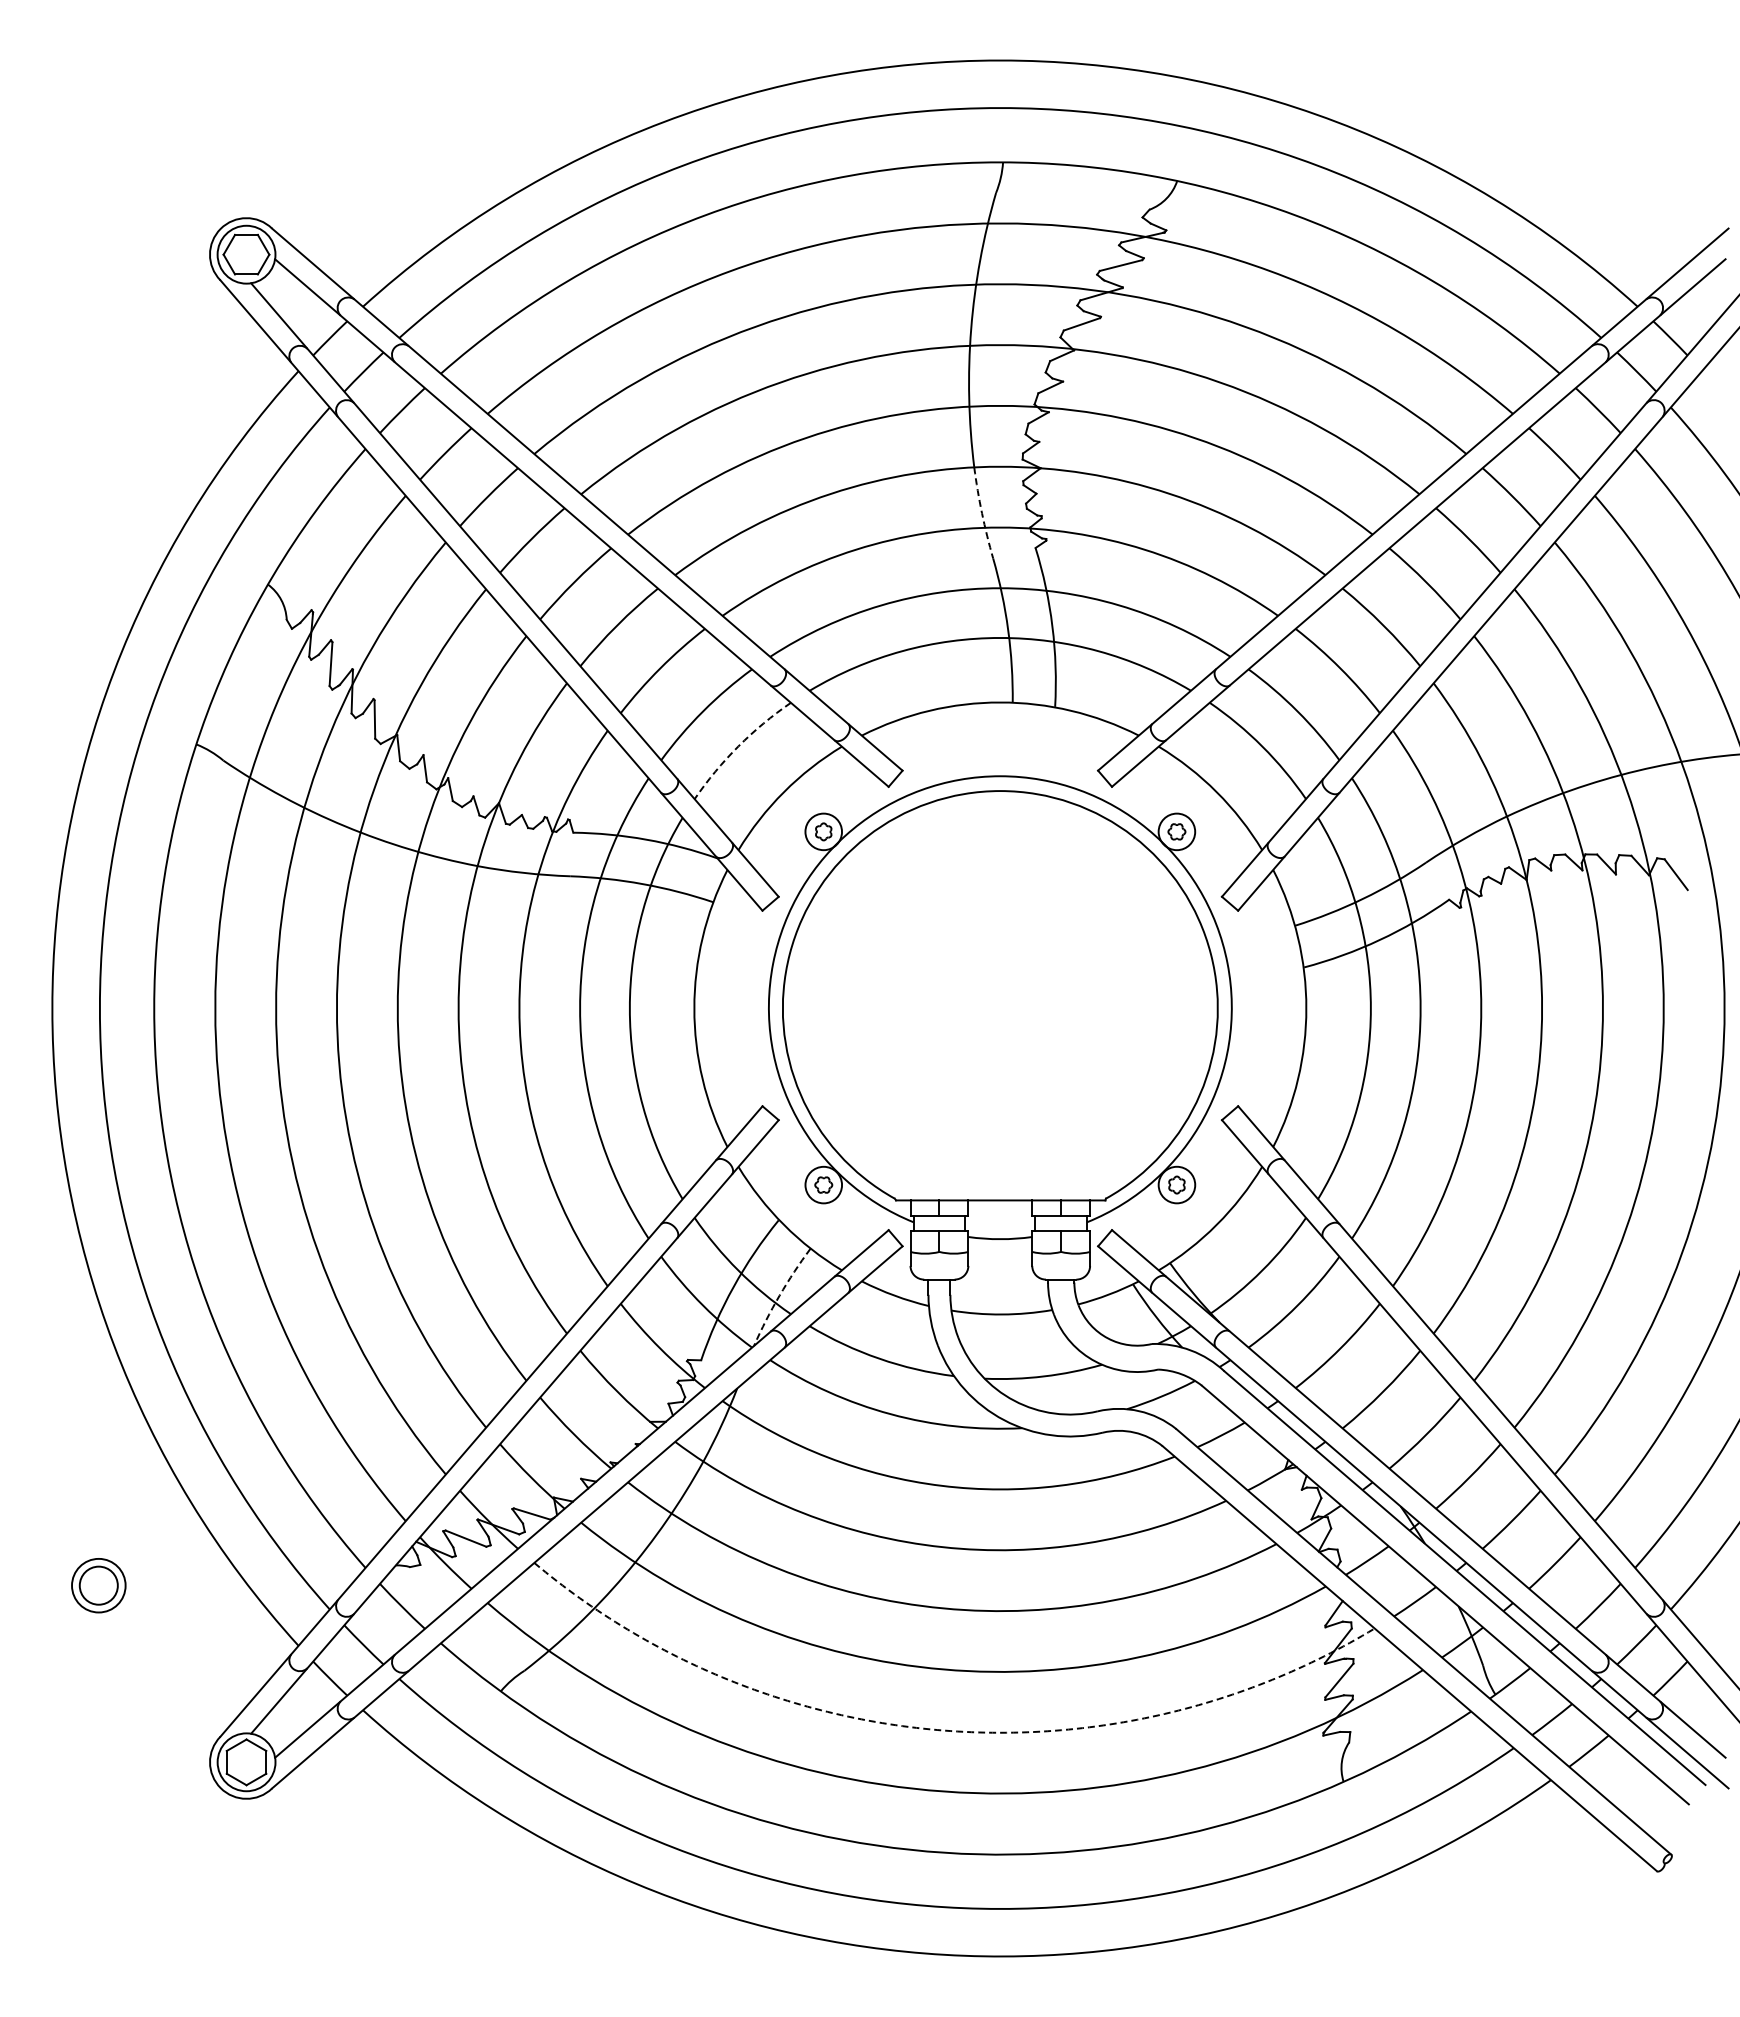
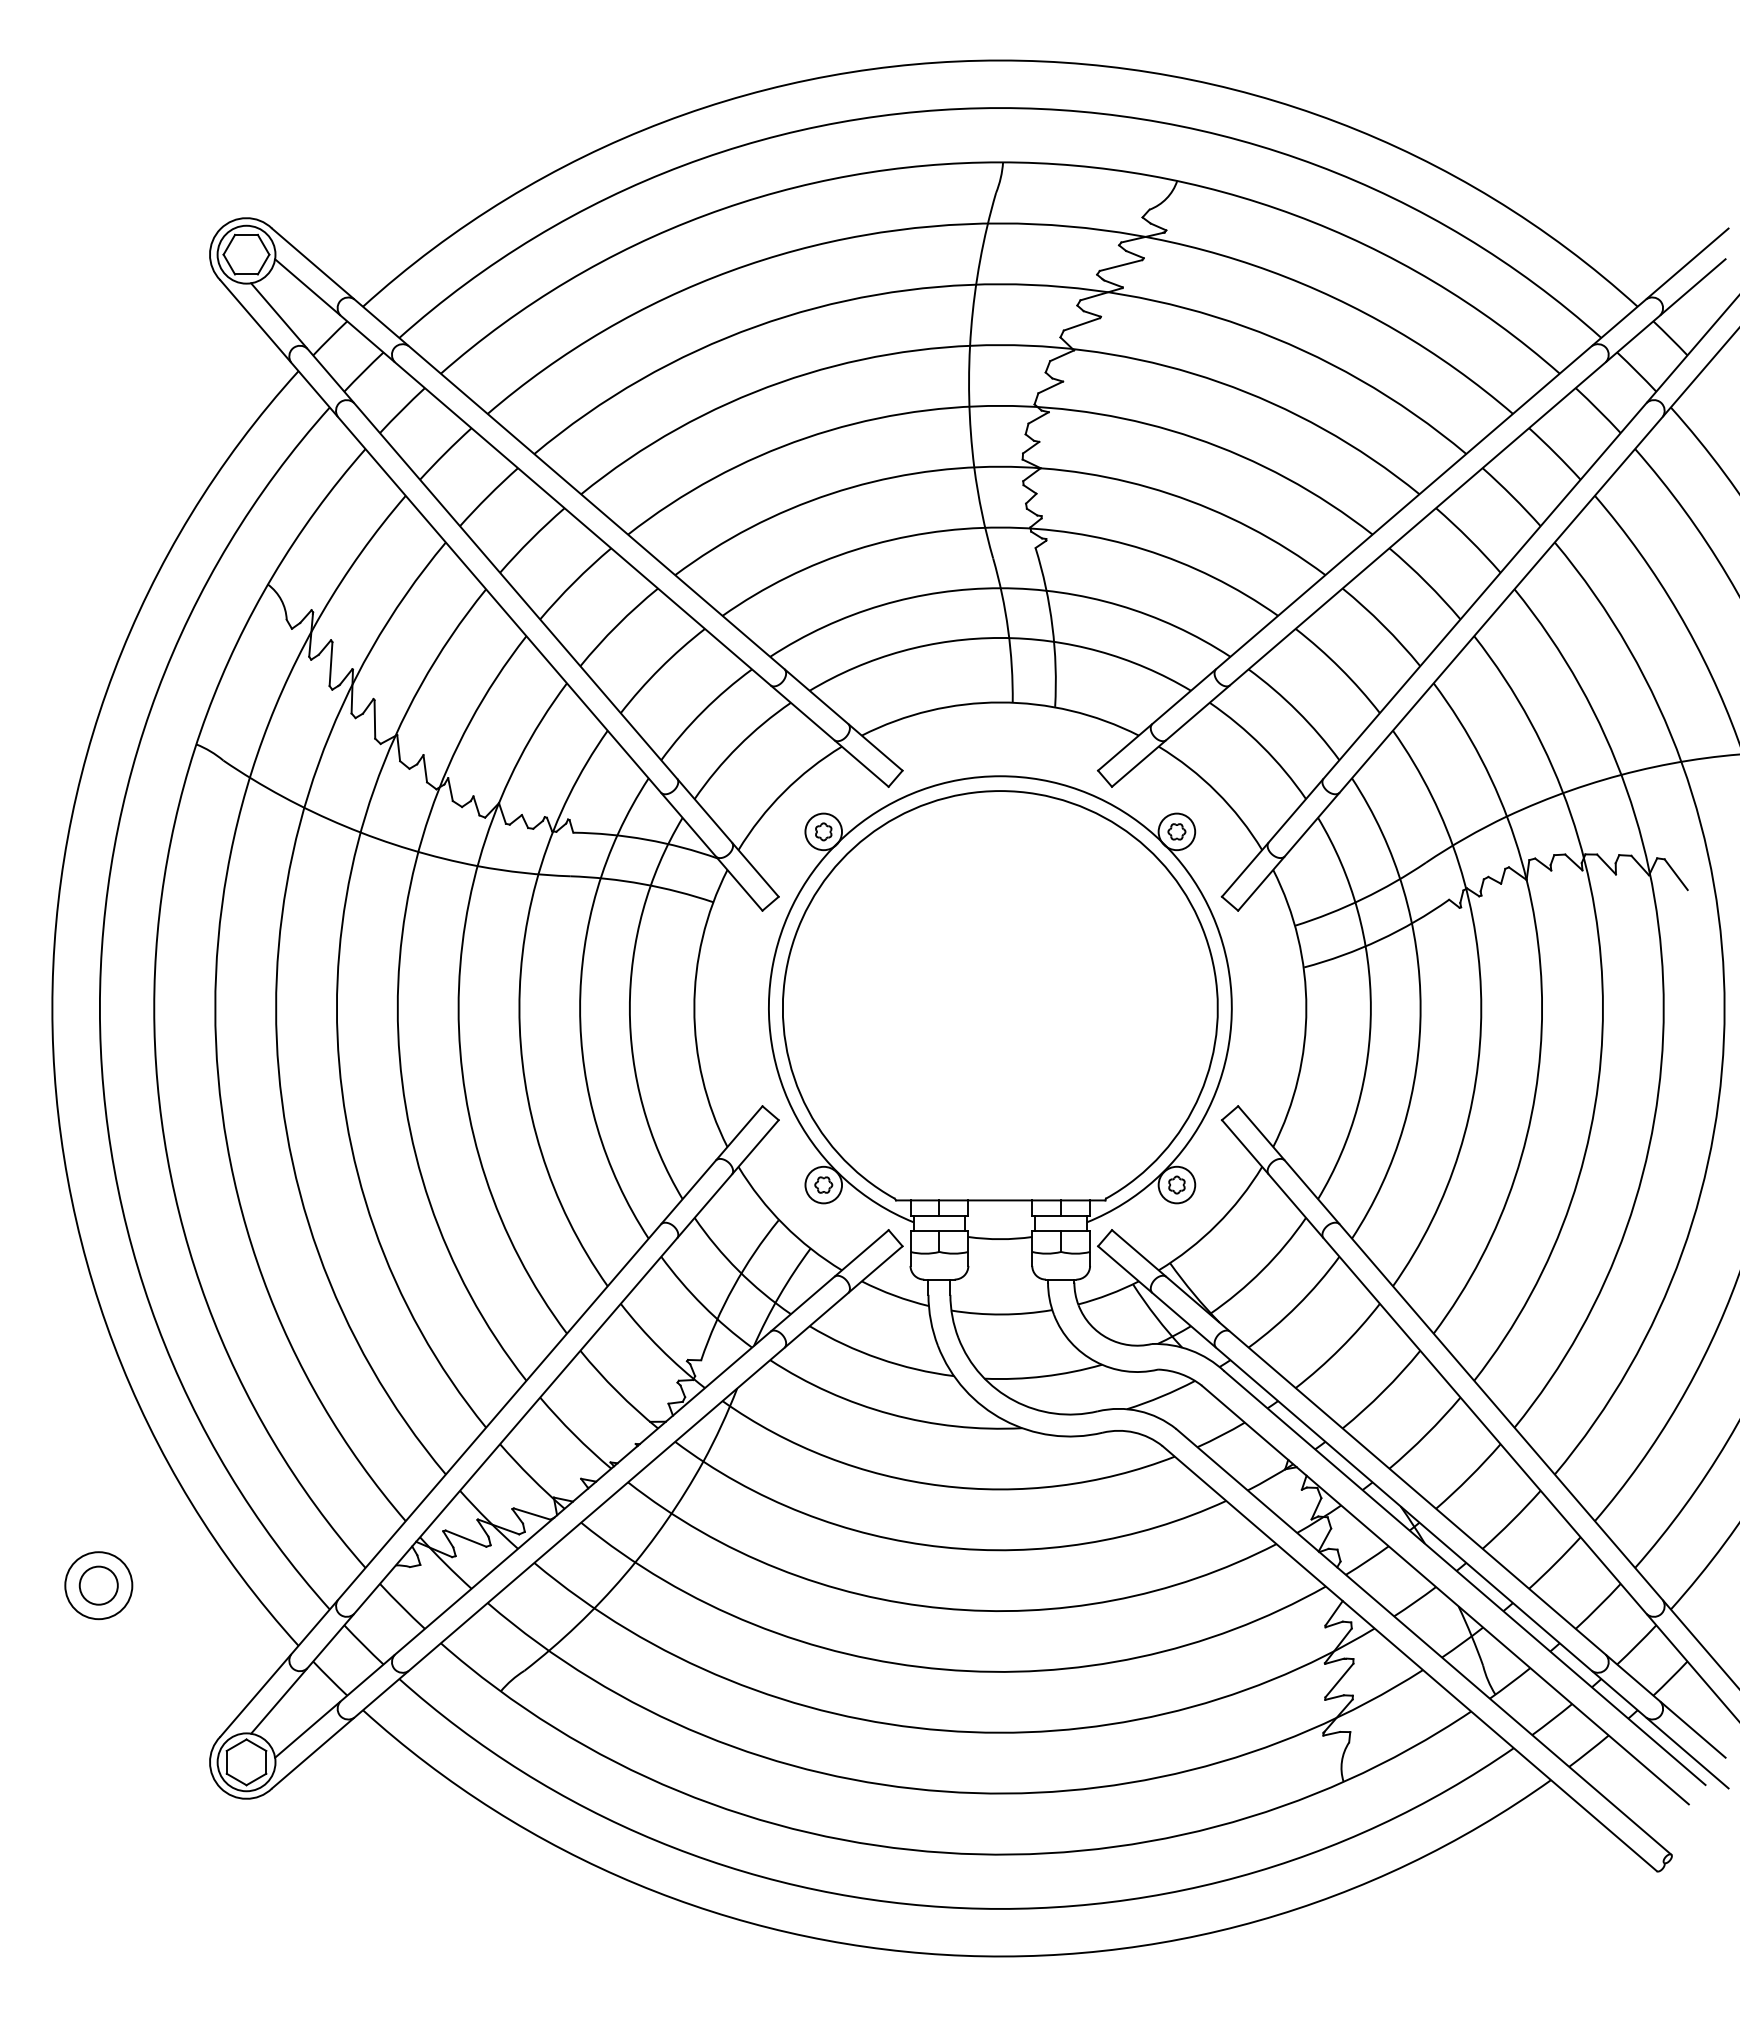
arc at (982, 513): dashed -> solid
arc at (738, 746): dashed -> solid
arc at (779, 1295): dashed -> solid
circle at (98, 1585) diameter: 54 px -> 67 px
arc at (943, 1730): dashed -> solid
